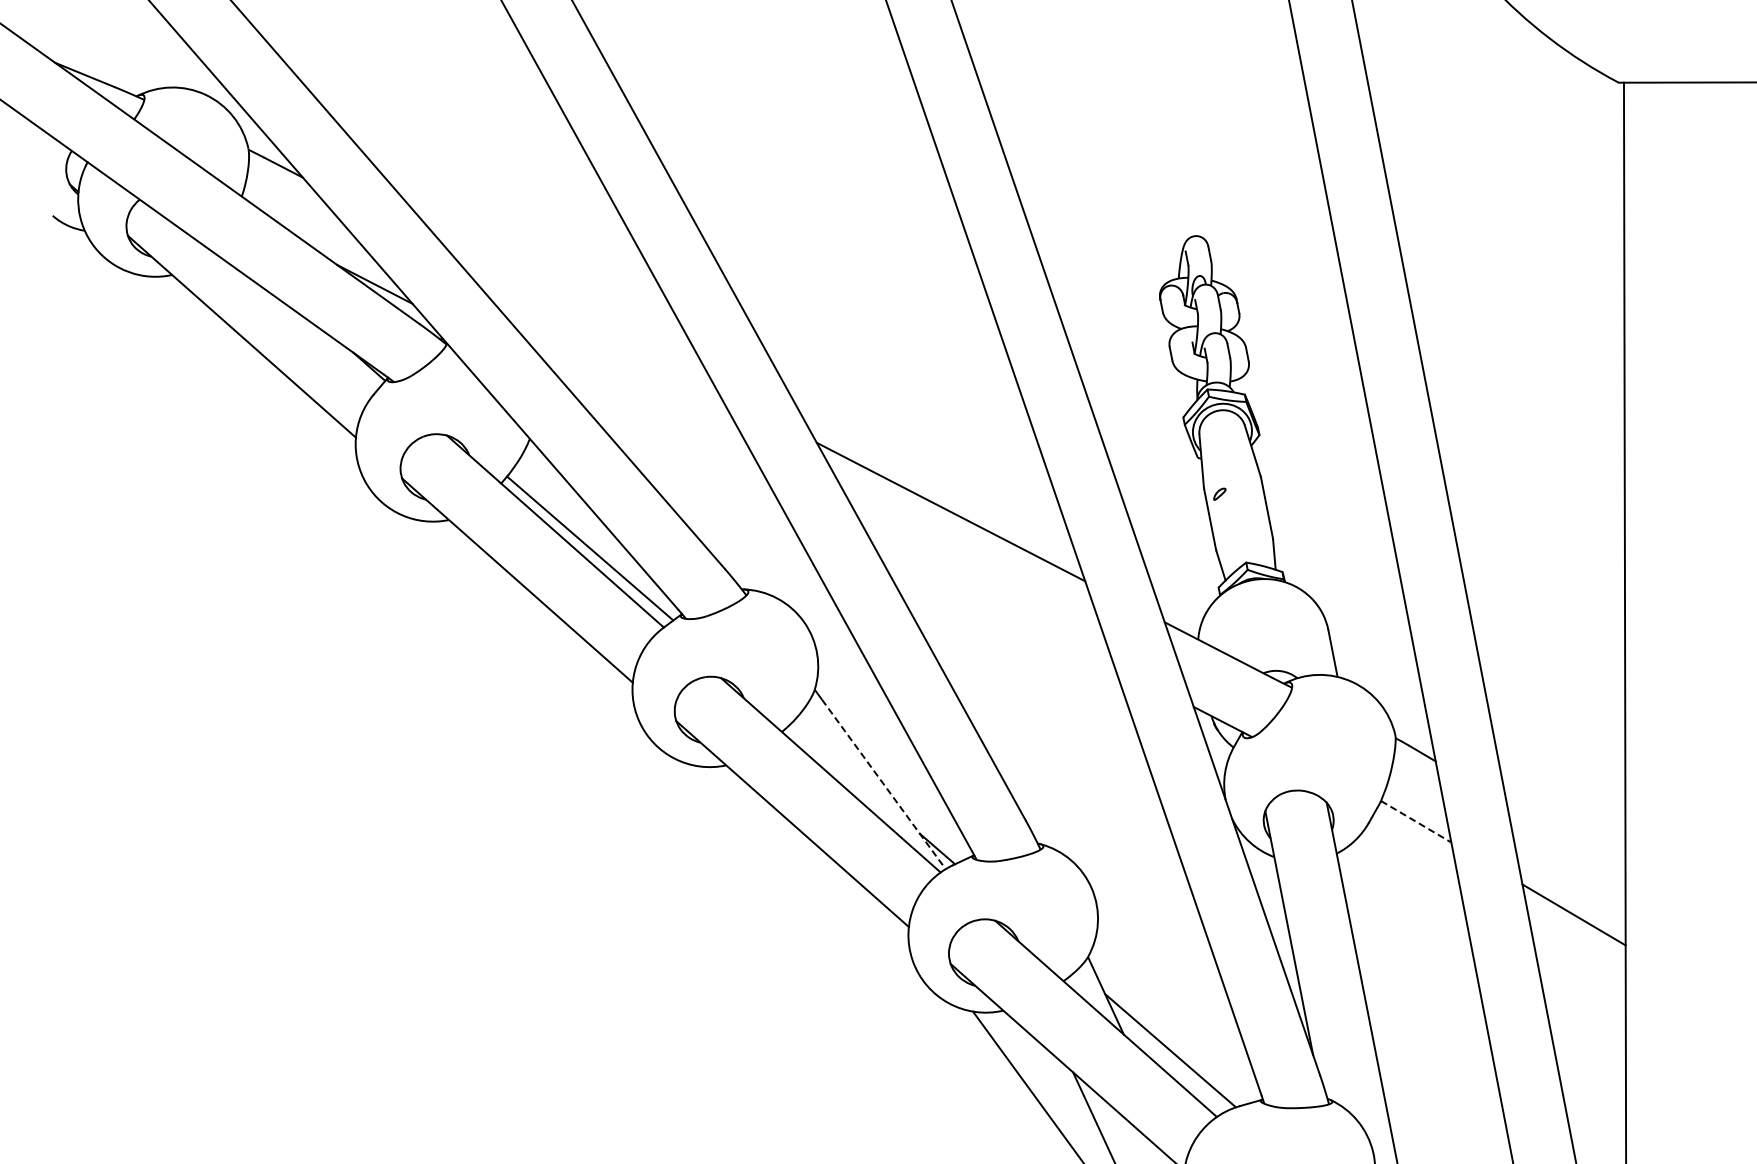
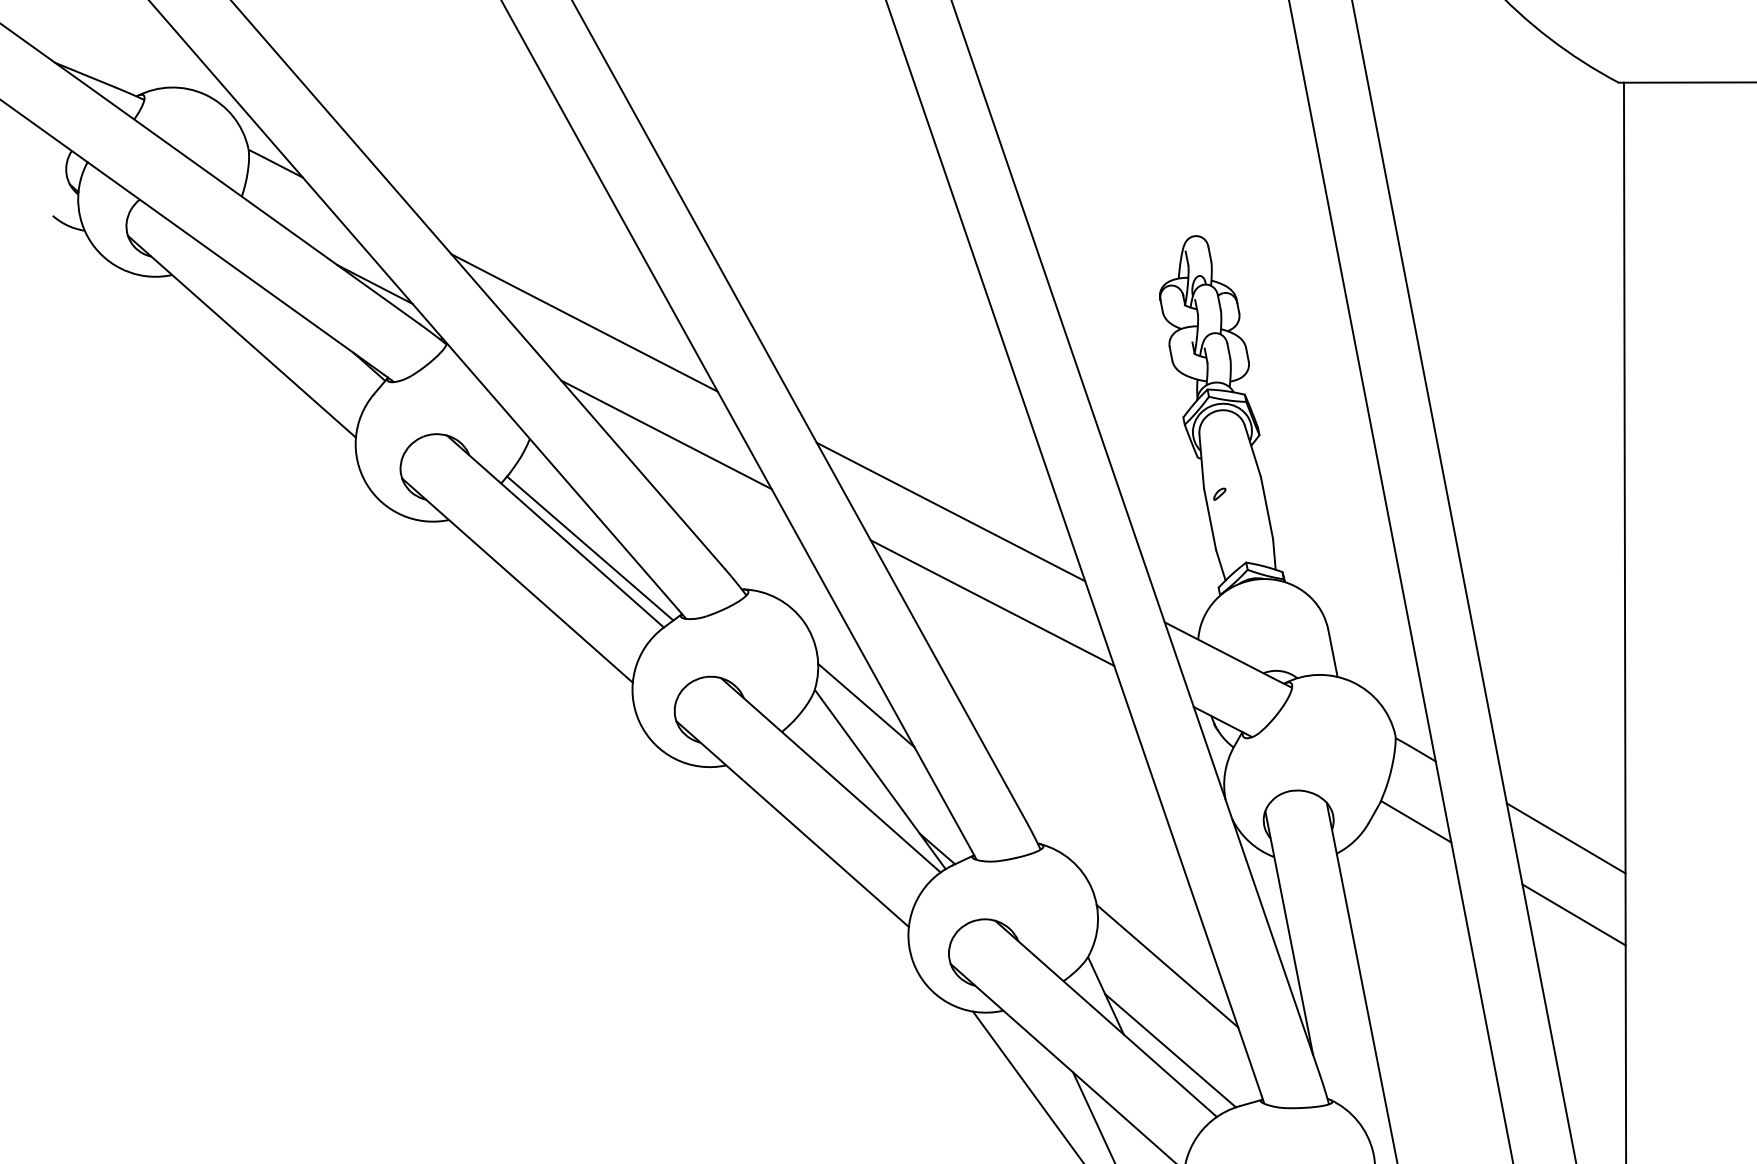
line at (584, 322): none -> present
line at (666, 434): none -> present
line at (992, 602): none -> present
line at (866, 705): none -> present
line at (883, 784): dashed -> solid
line at (1416, 821): dashed -> solid
line at (1565, 838): none -> present
line at (1167, 966): none -> present
